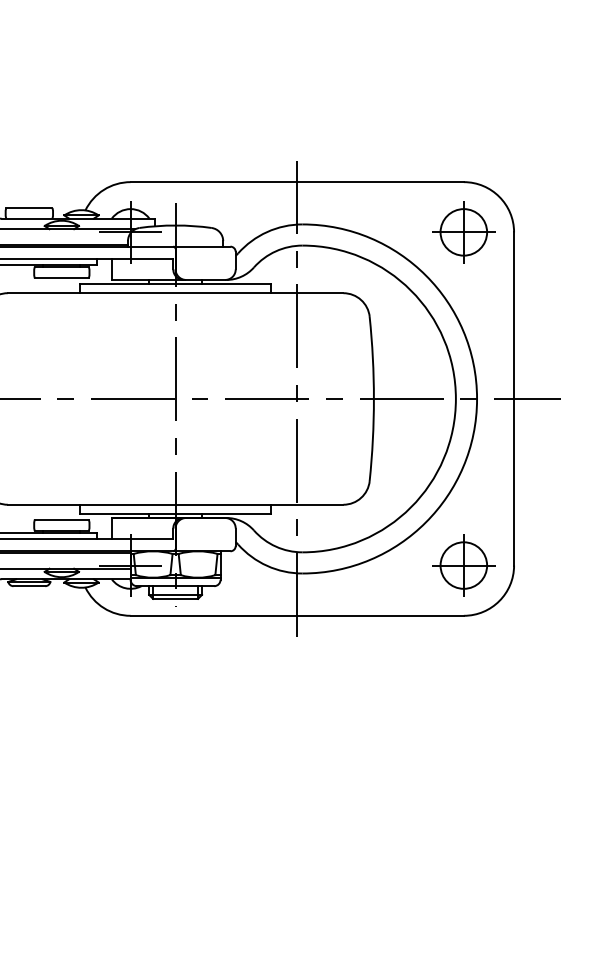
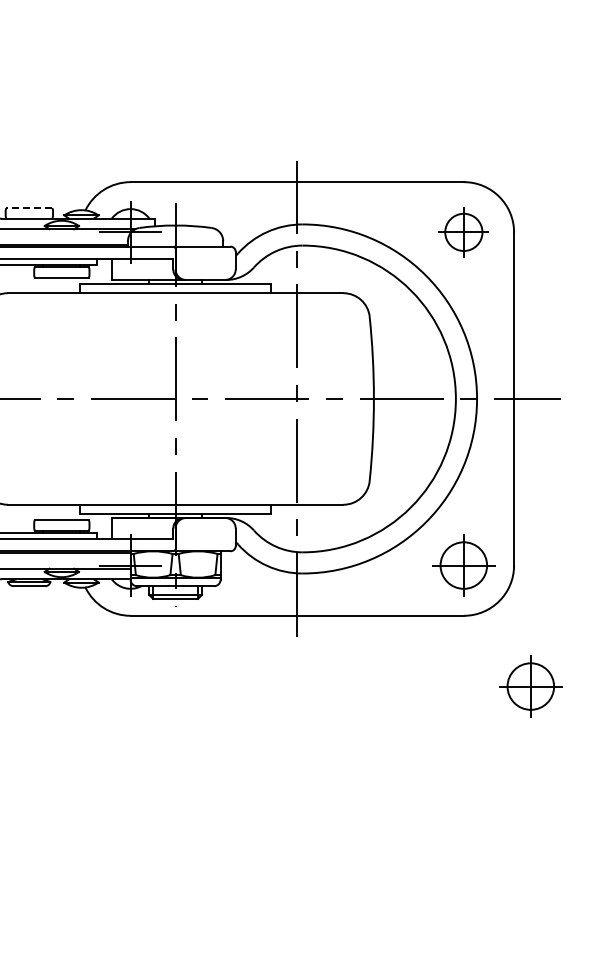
line at (28, 208): solid -> dashed
part at (463, 232) size: 64x63 px -> 51x51 px
part at (530, 686): none -> present
